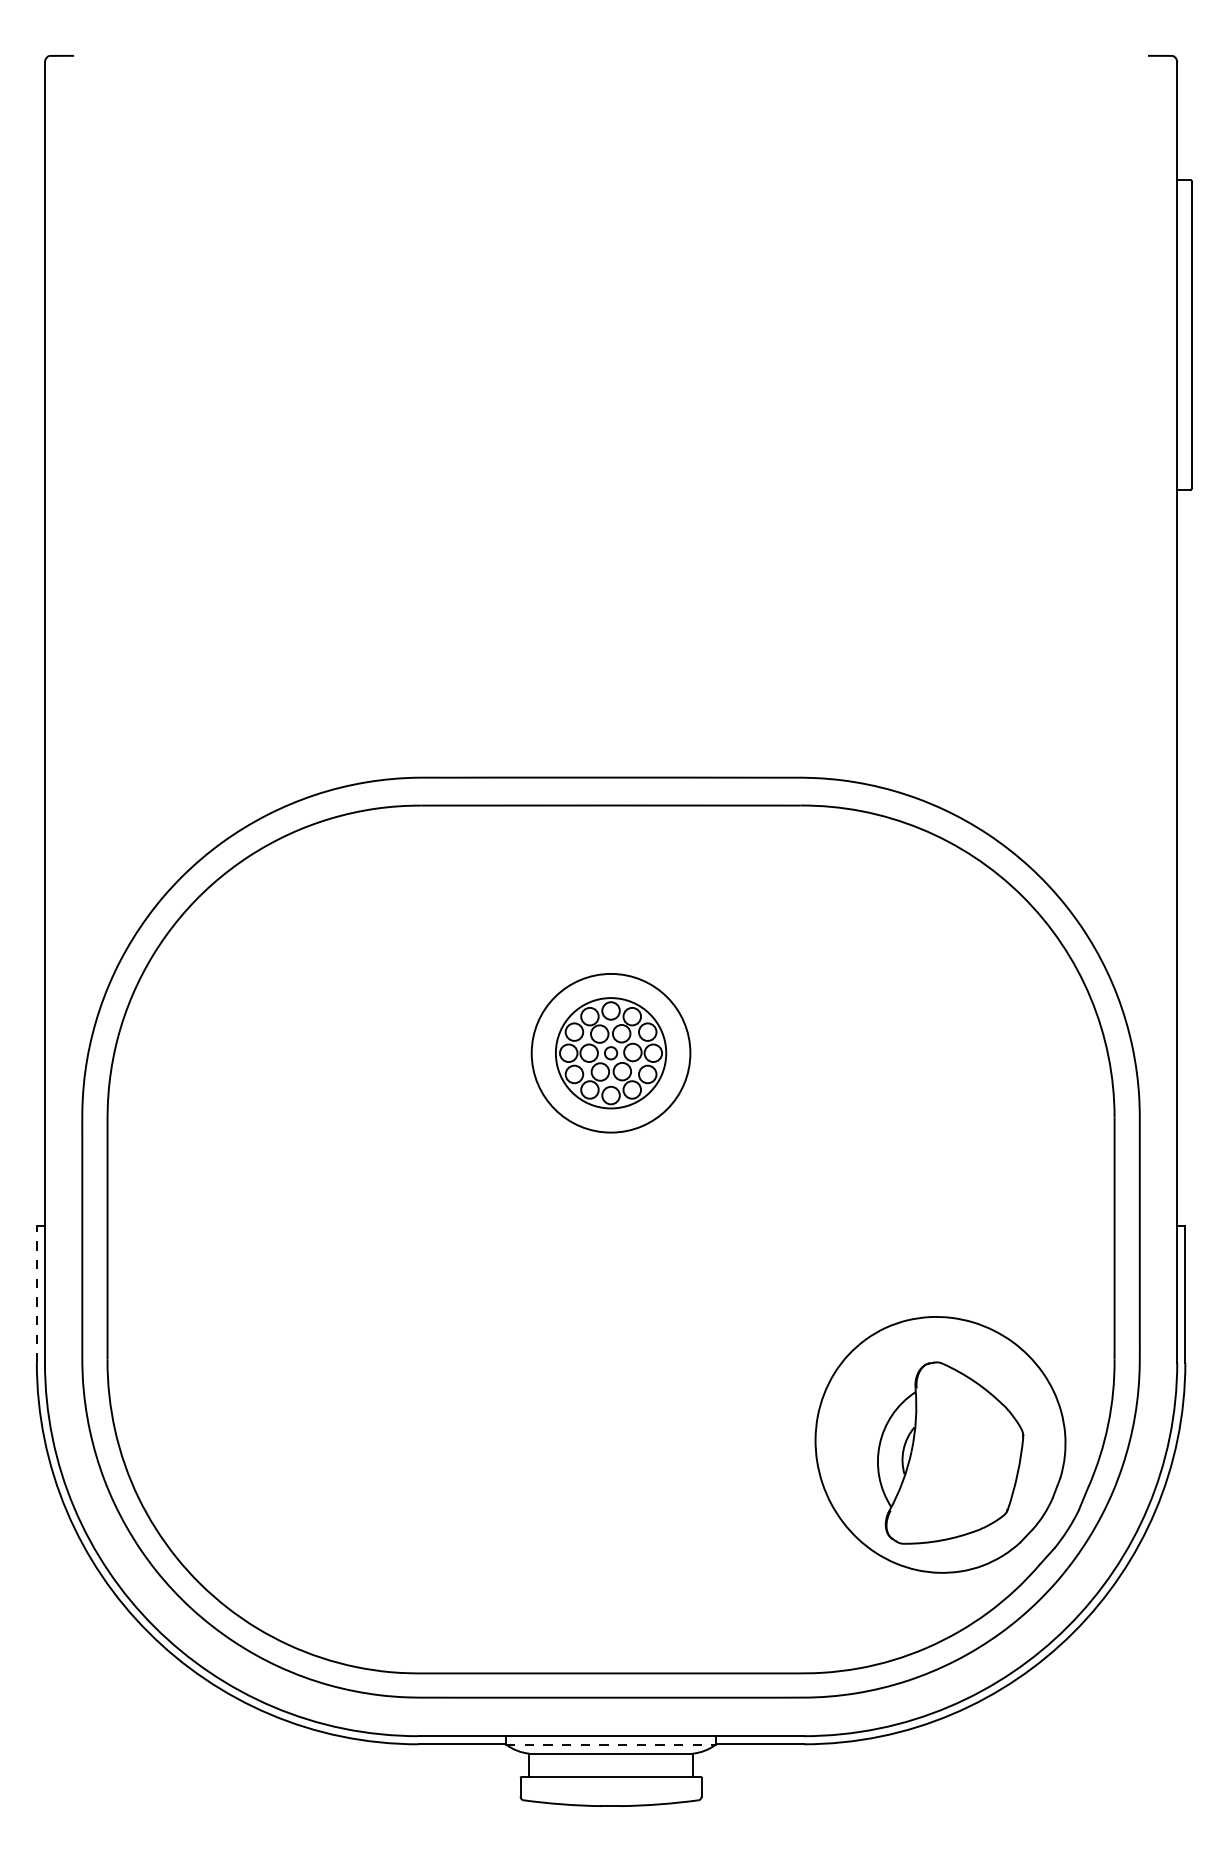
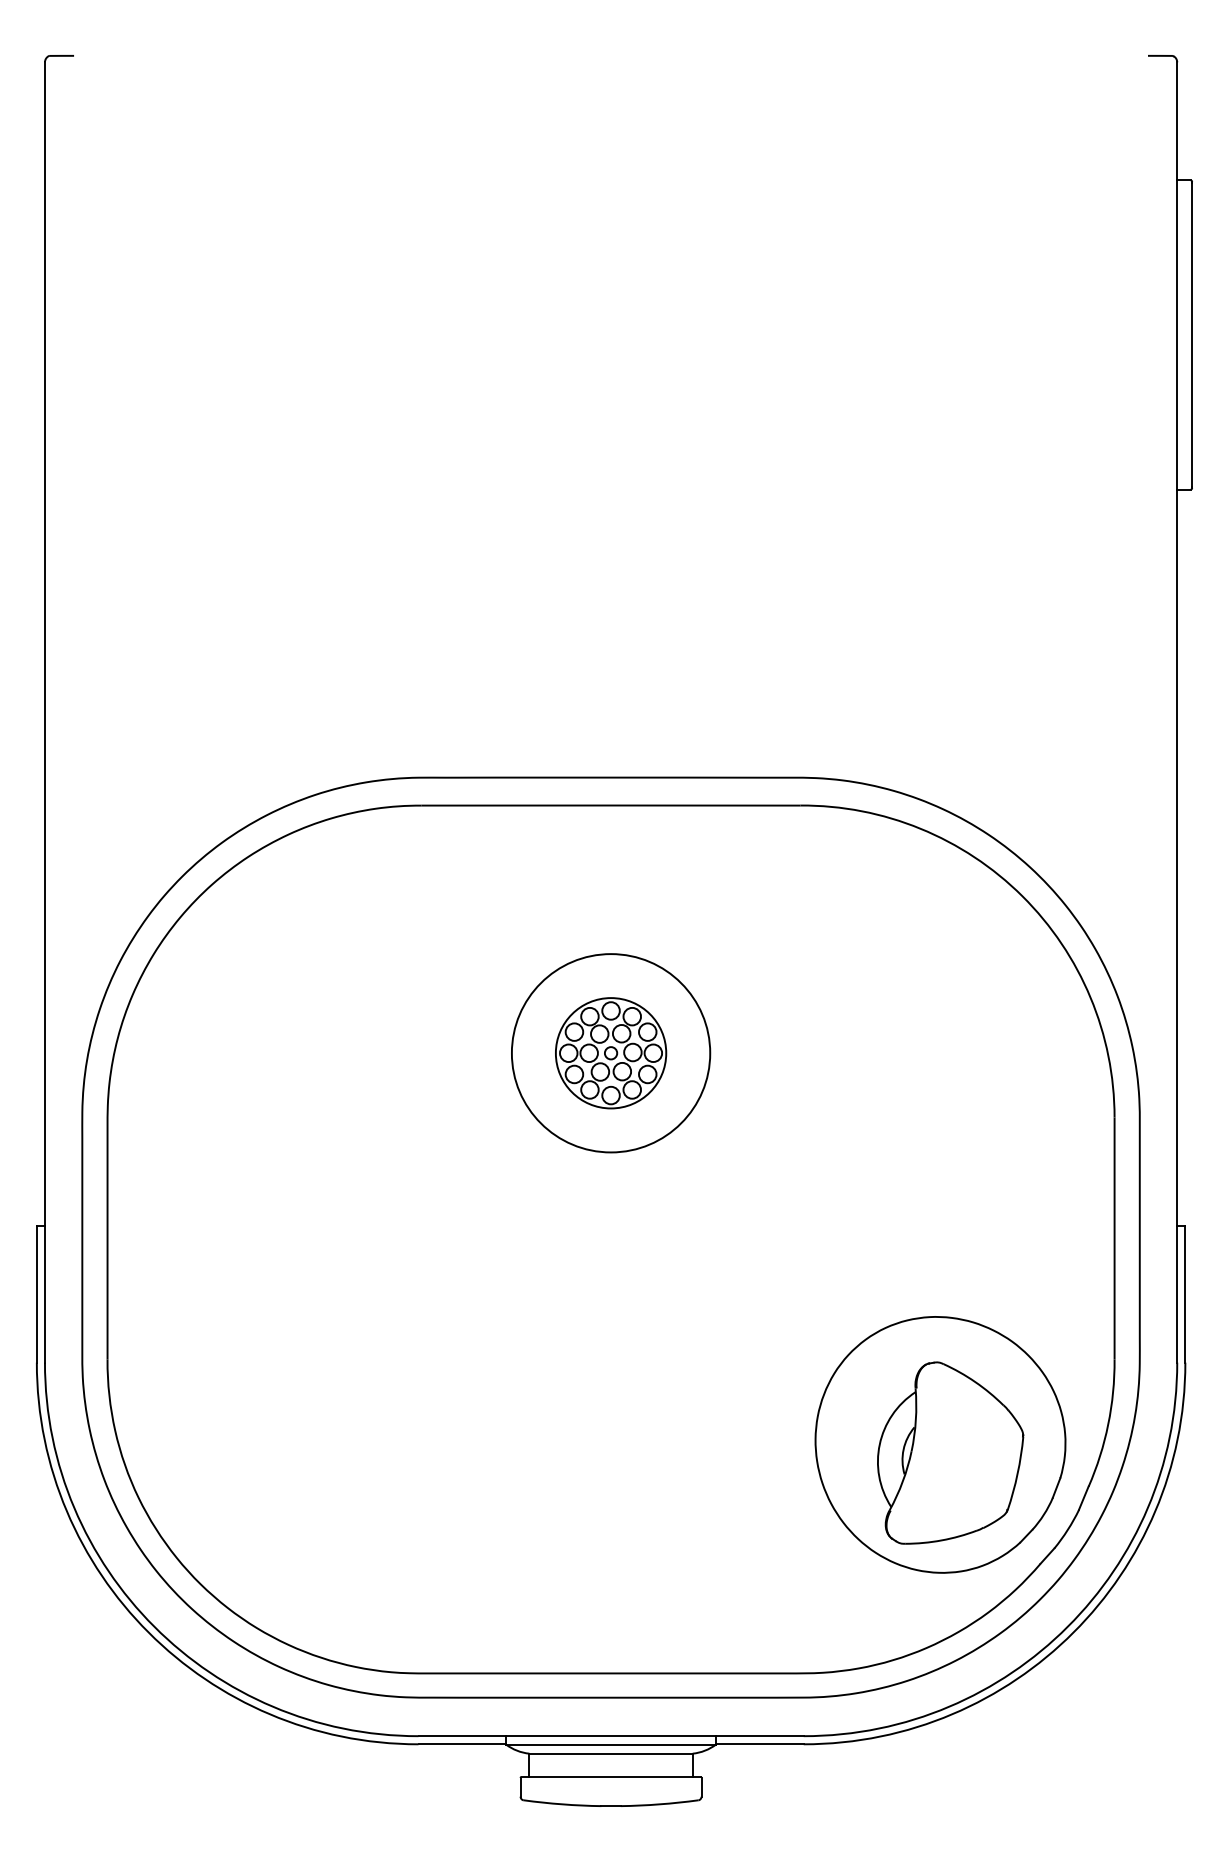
circle at (610, 1052) diameter: 159 px -> 198 px
line at (36, 1293): dashed -> solid
line at (611, 1744): dashed -> solid
